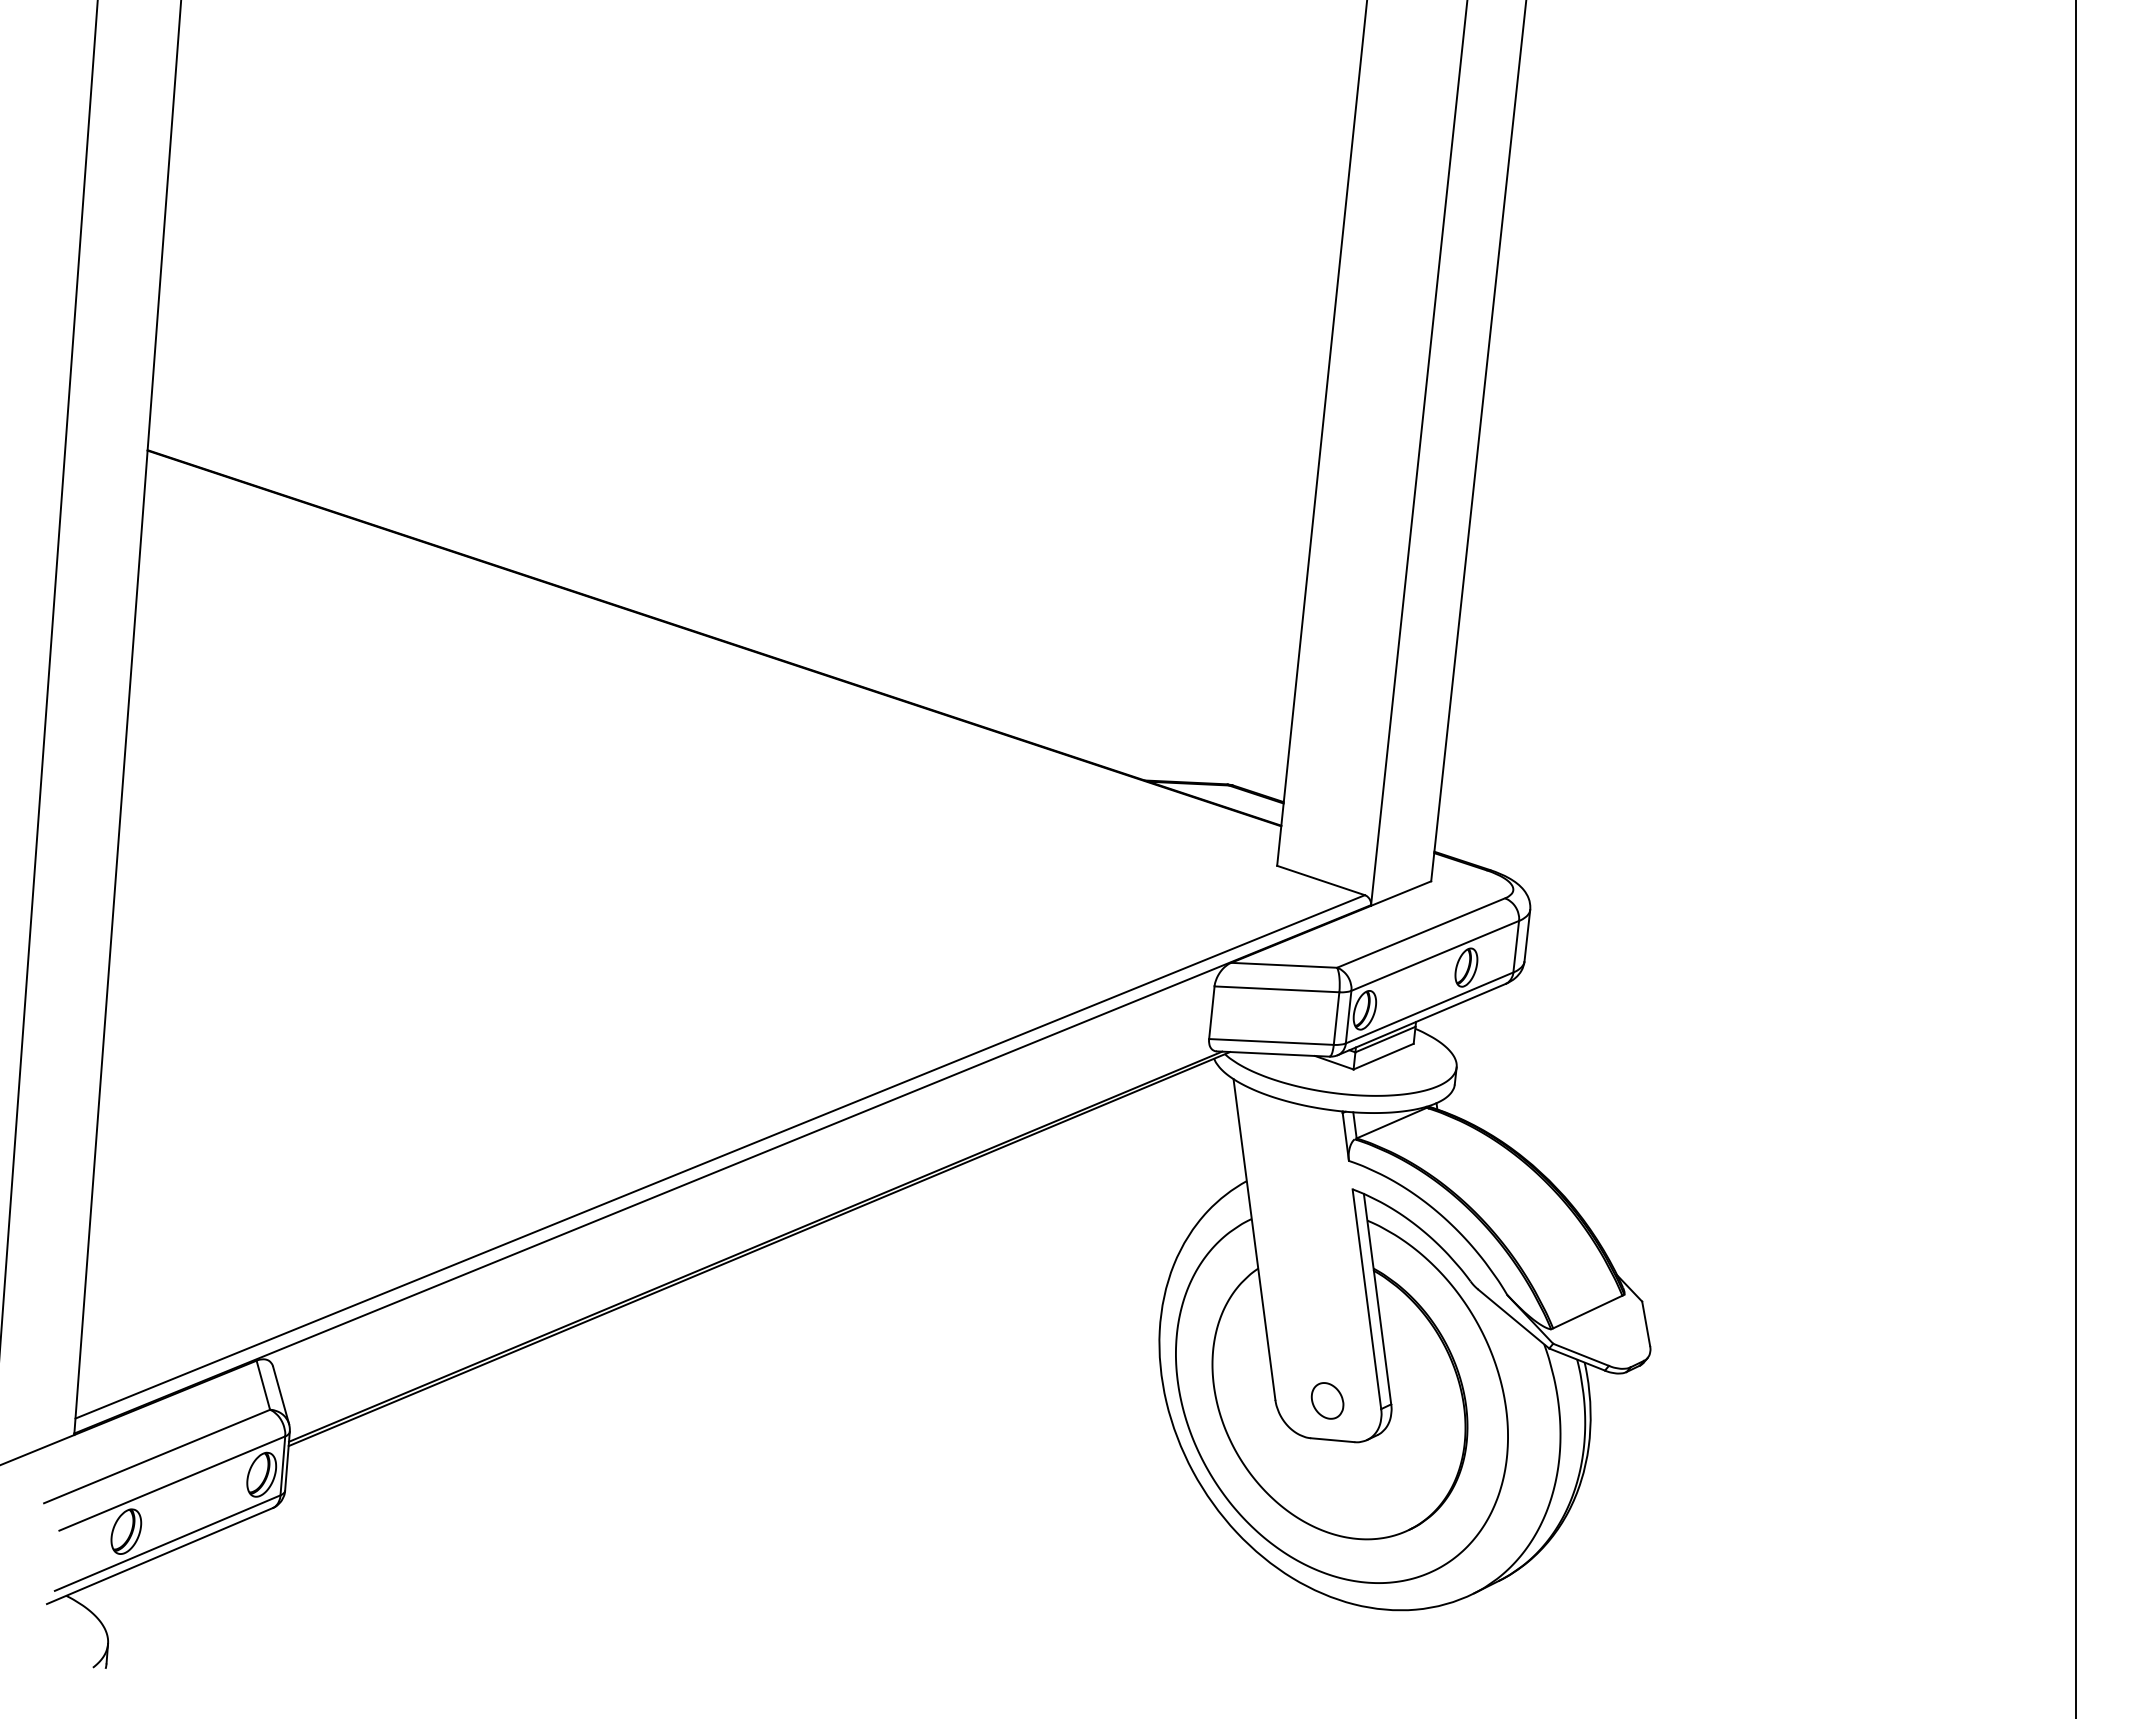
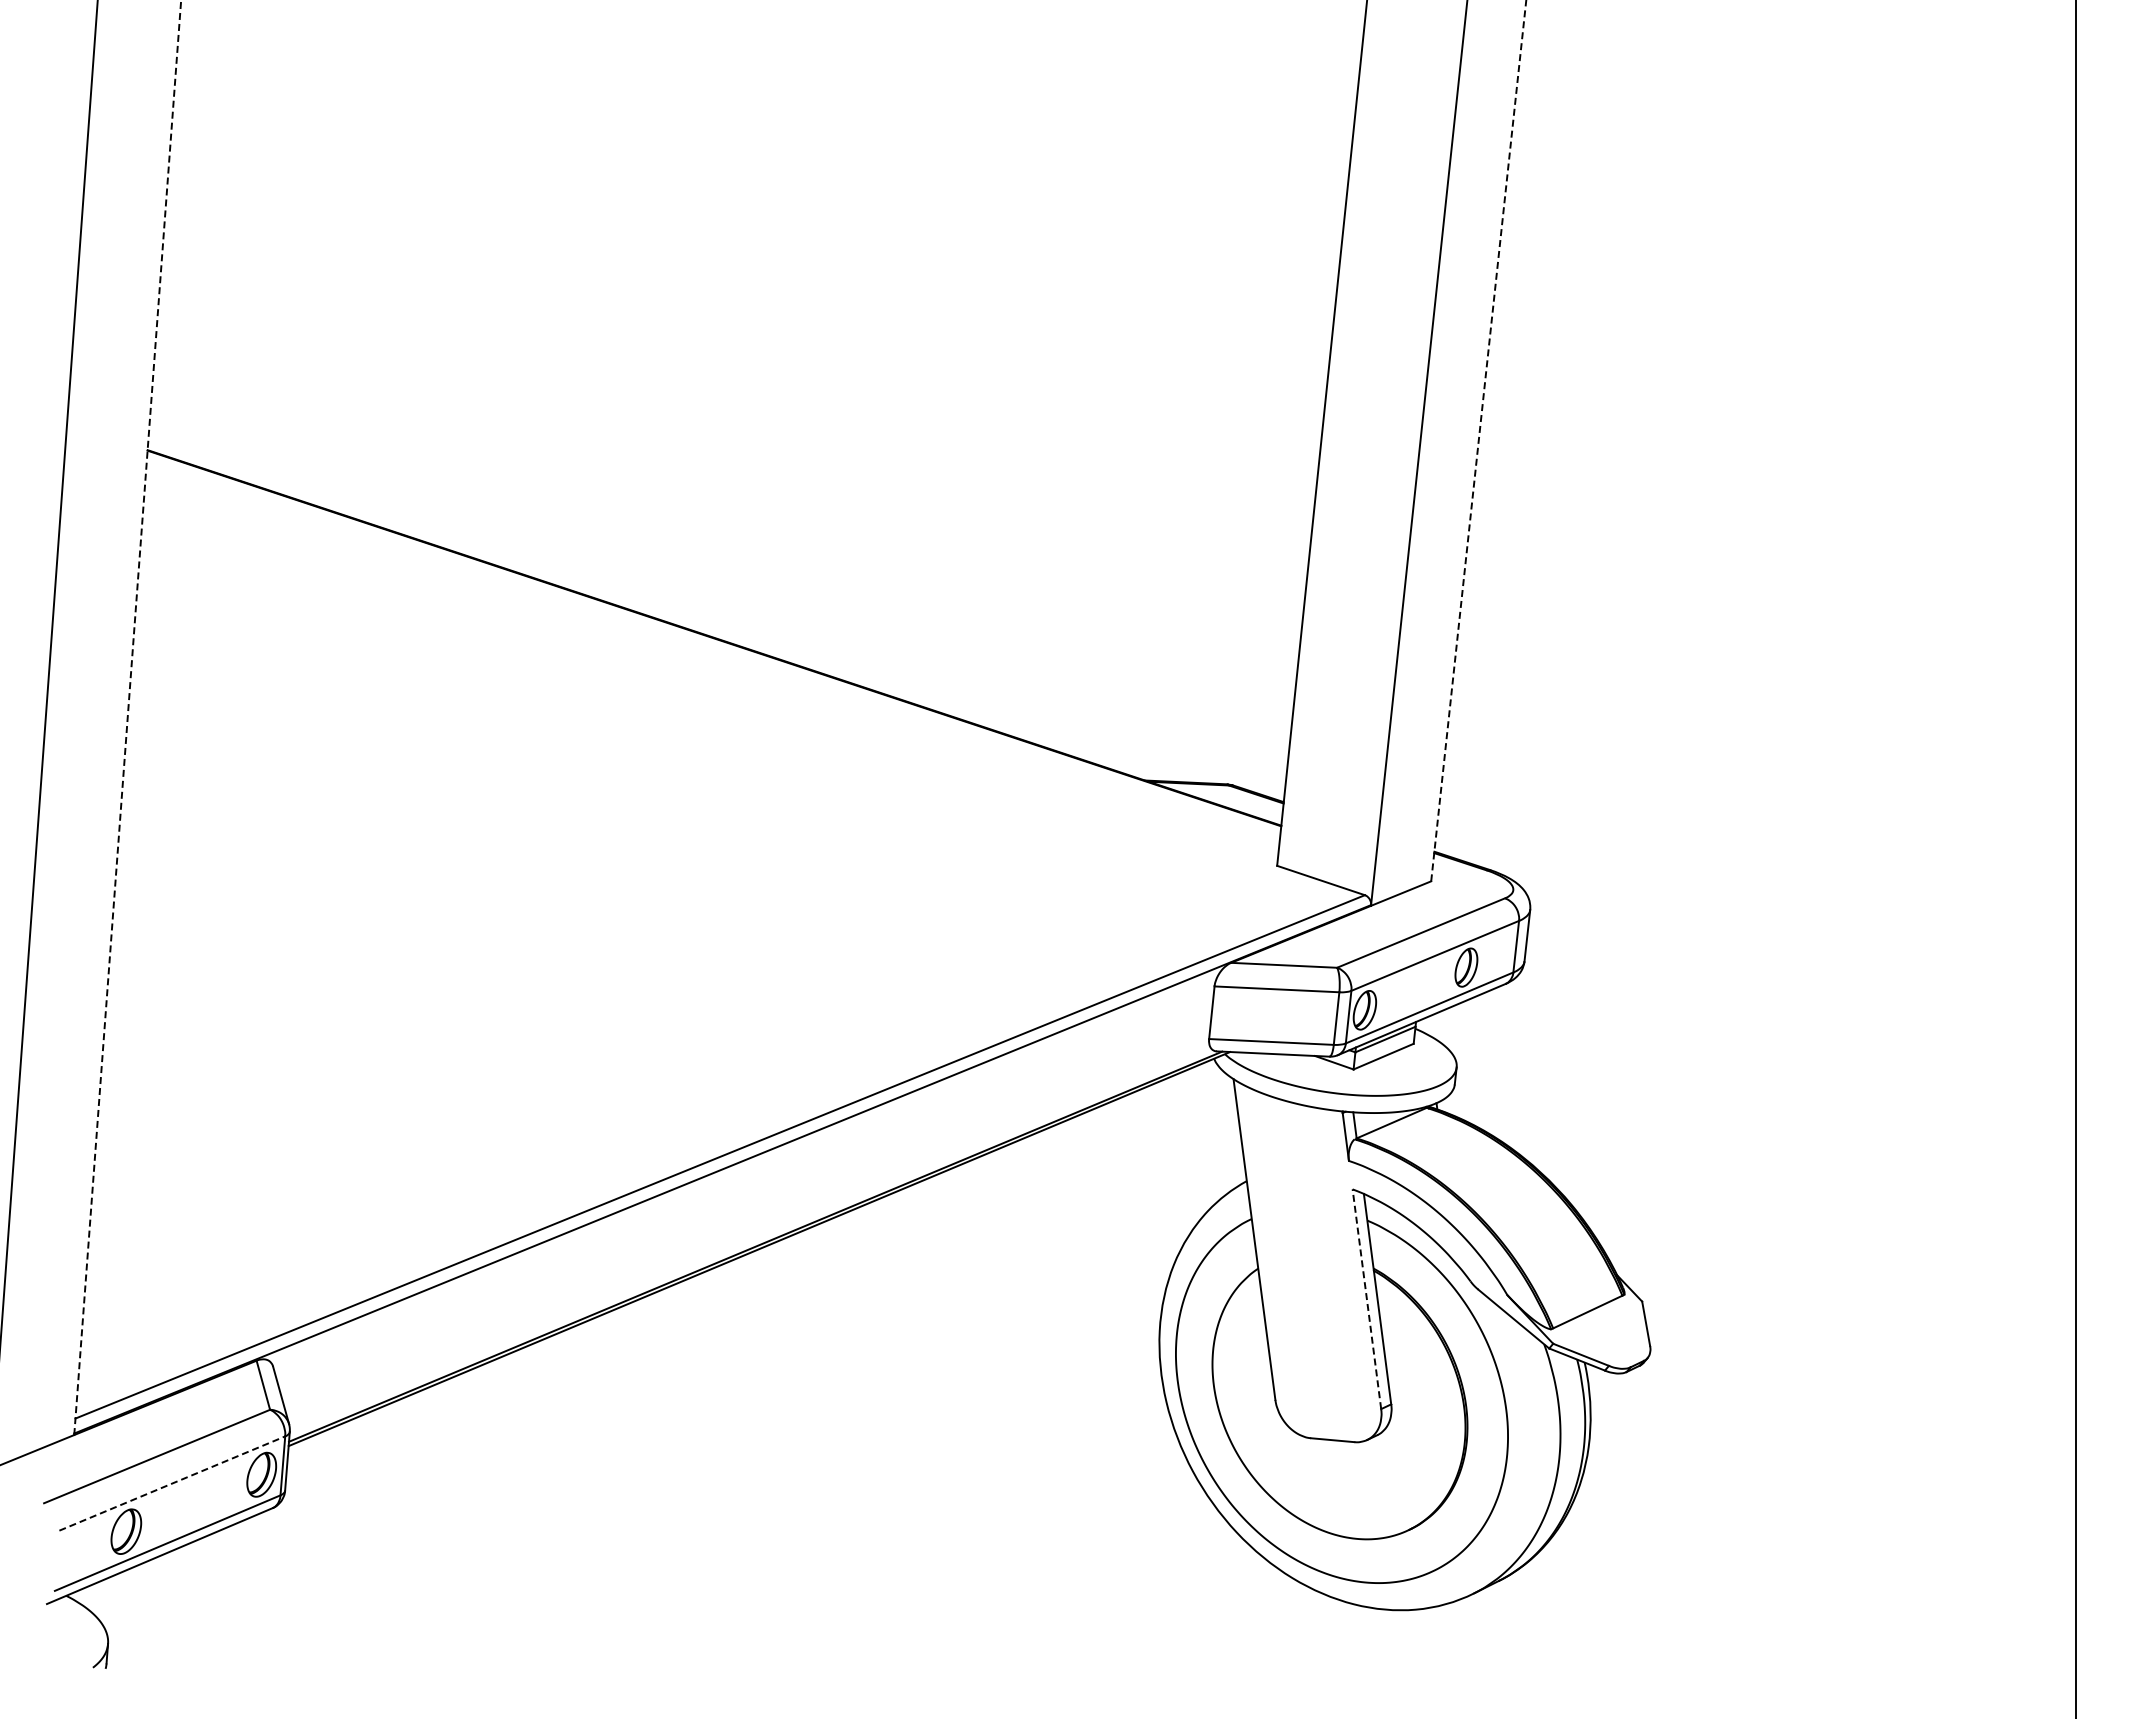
line at (1478, 441): solid -> dashed
line at (127, 717): solid -> dashed
line at (1366, 1299): solid -> dashed
part at (1327, 1400): present -> none
line at (172, 1483): solid -> dashed
